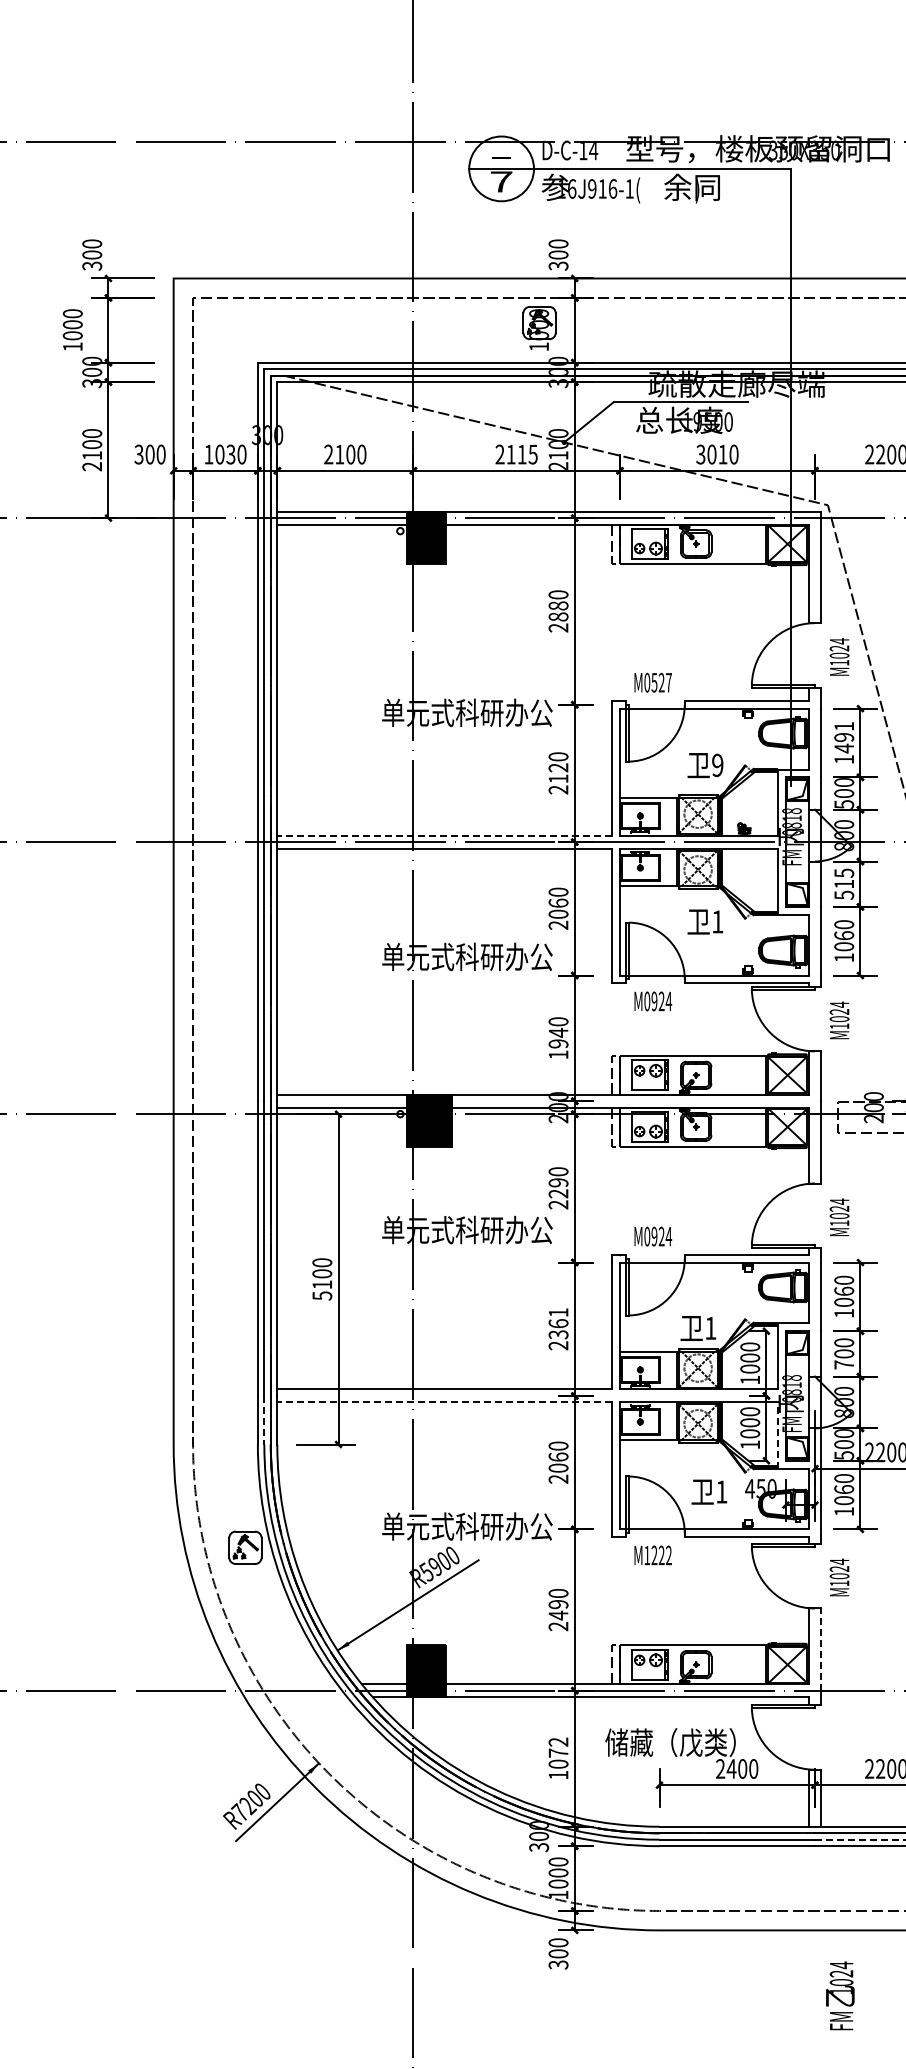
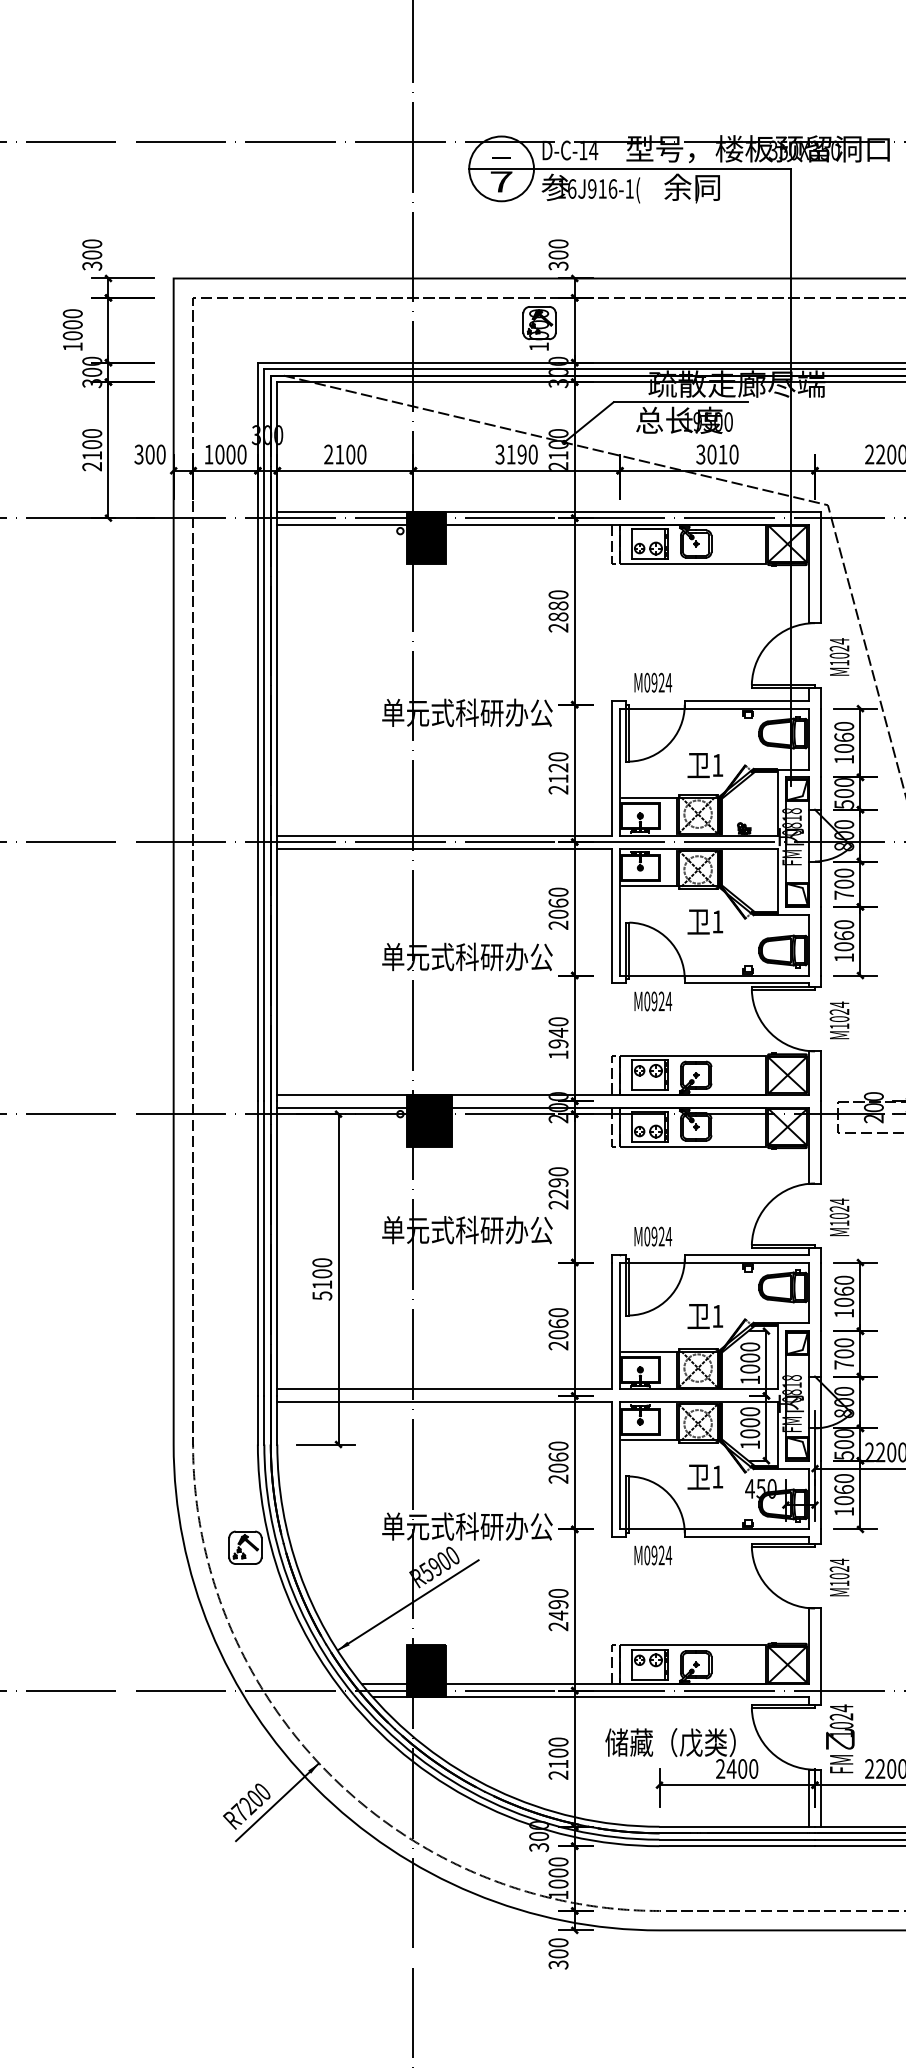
text at (230, 454): 1030 -> 1000
text at (516, 454): 2115 -> 3190
text at (661, 682): M0527 -> M0924
text at (844, 737): 1491 -> 1060
text at (717, 765): 9 -> 1
line at (444, 835): dashed -> solid
text at (844, 883): 515 -> 700
text at (558, 1323): 2361 -> 2060
text at (698, 1328) position: (698, 1328) -> (705, 1316)
line at (444, 1402): dashed -> solid
line at (264, 1420): dashed -> solid
line at (778, 1434): dashed -> solid
text at (709, 1491) position: (709, 1491) -> (705, 1476)
text at (658, 1555): M1222 -> M0924
line at (821, 1649): dashed -> solid
text at (558, 1758): 1072 -> 2100
line at (860, 1839): dashed -> solid
text at (840, 1995) position: (840, 1995) -> (840, 1738)
